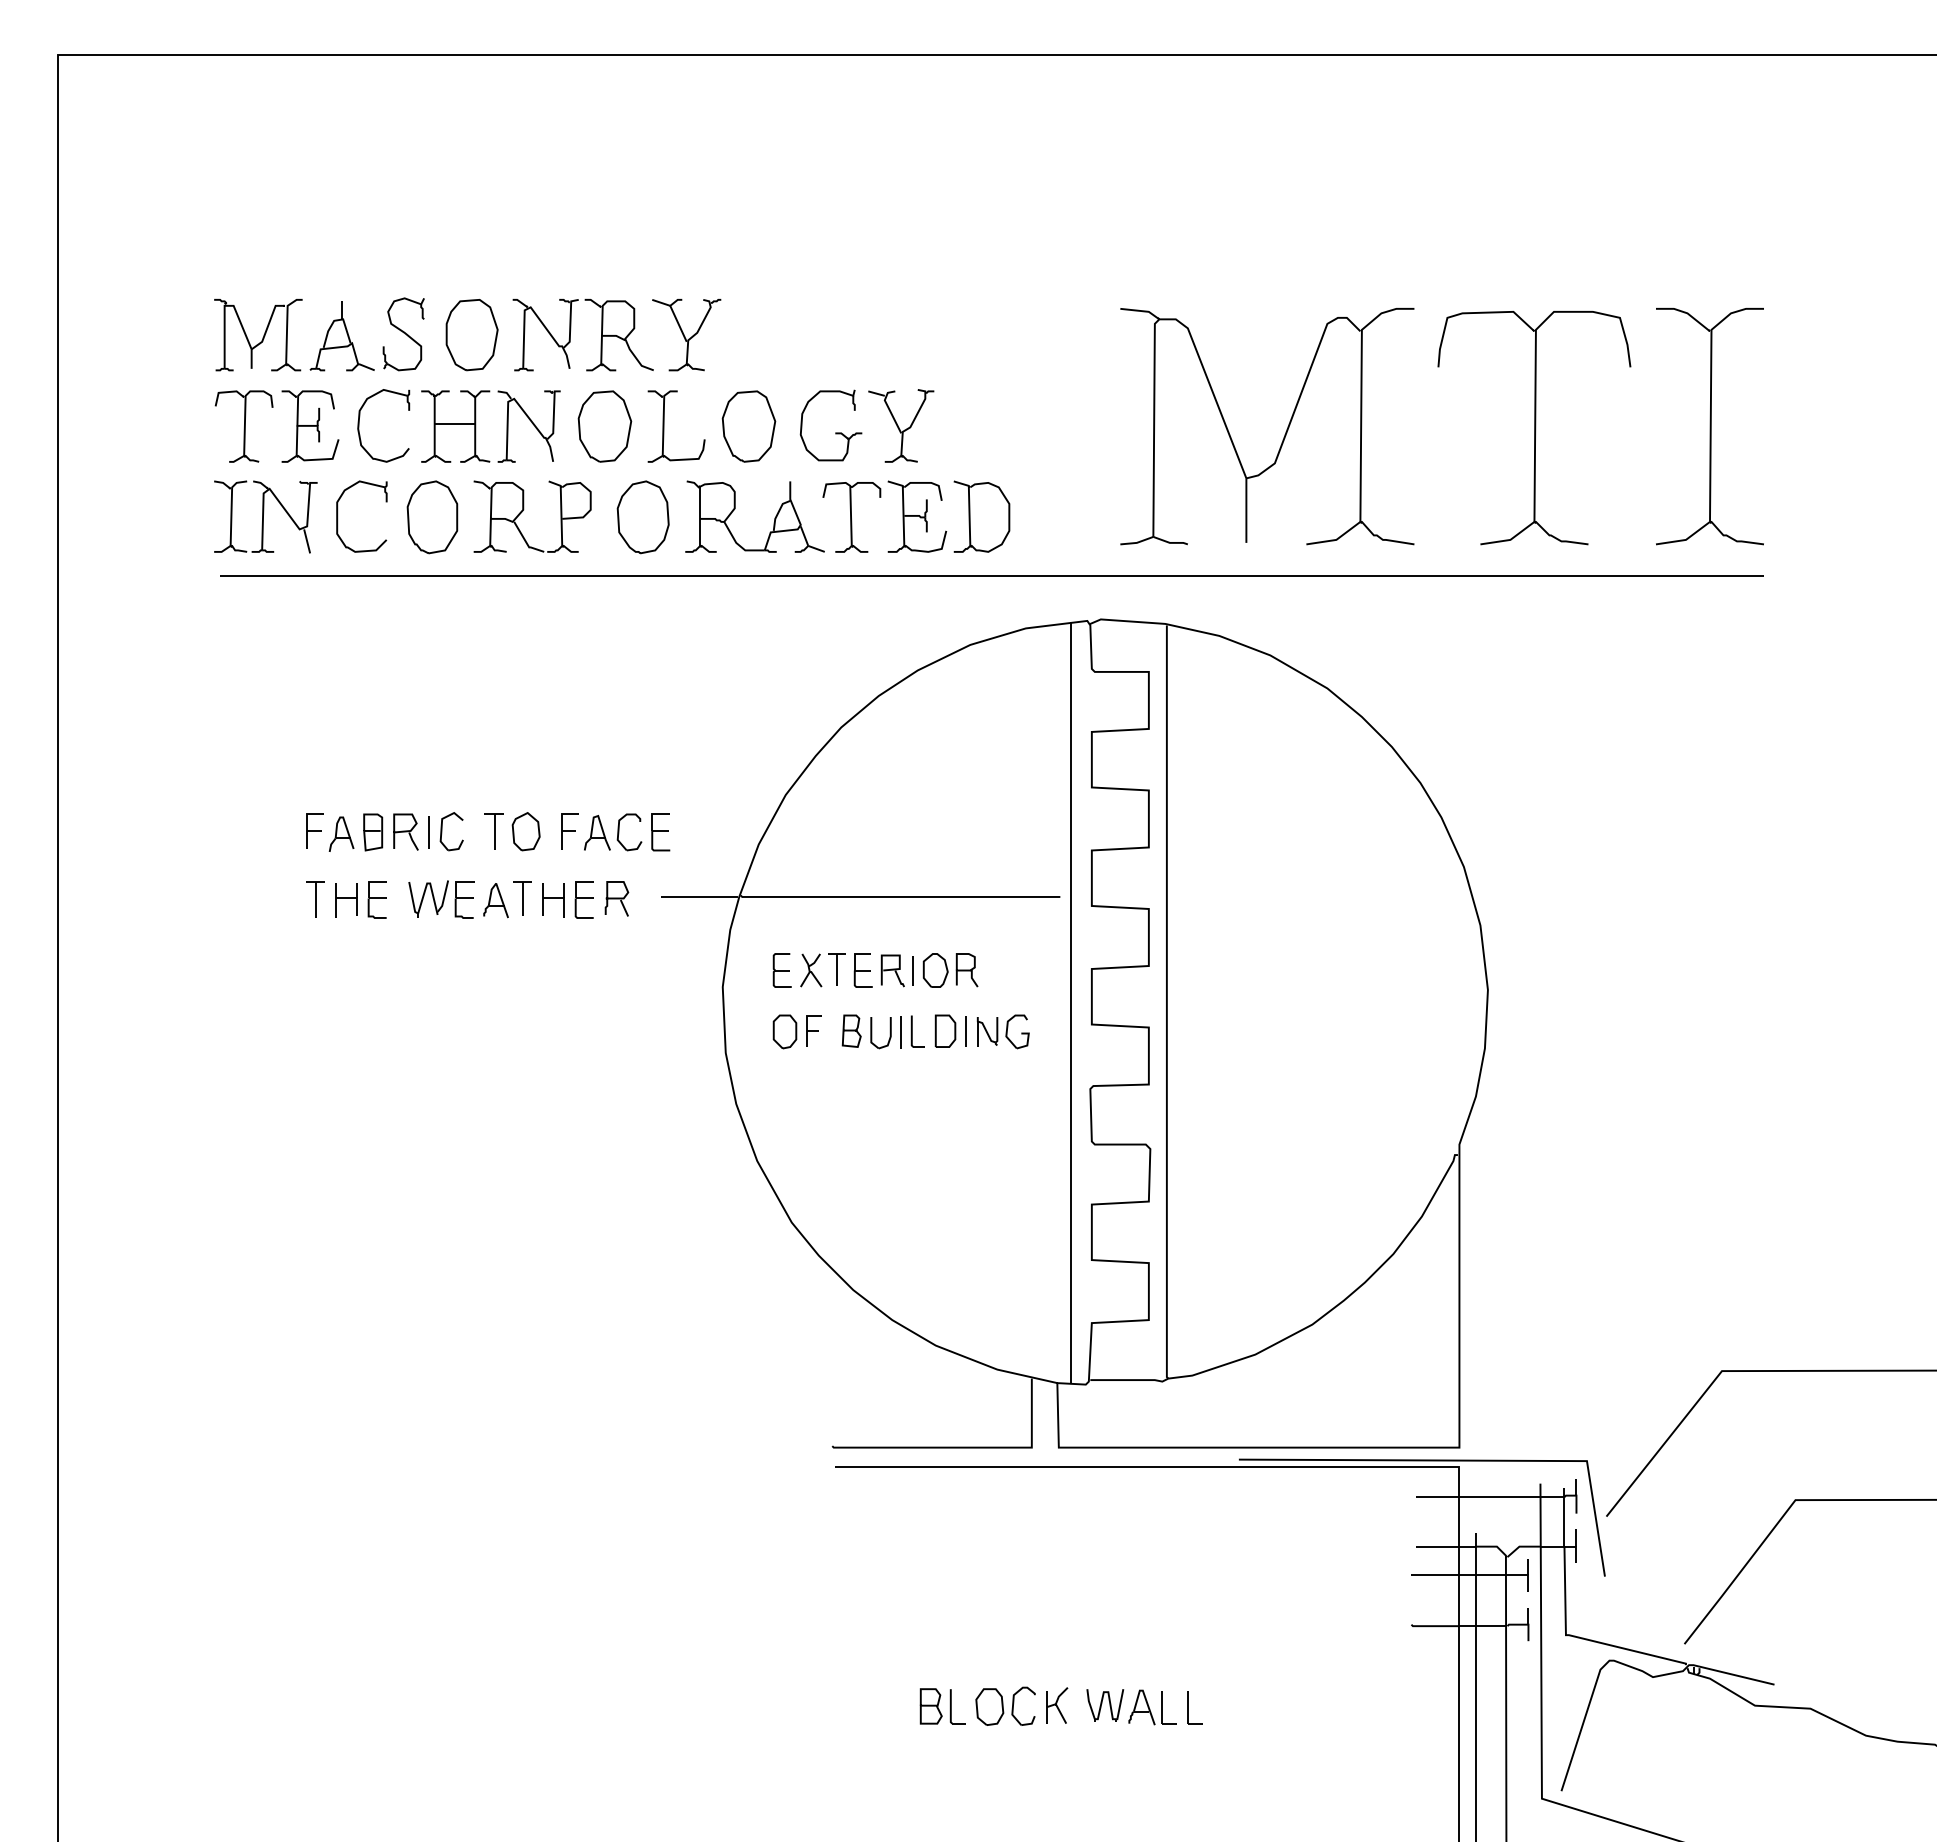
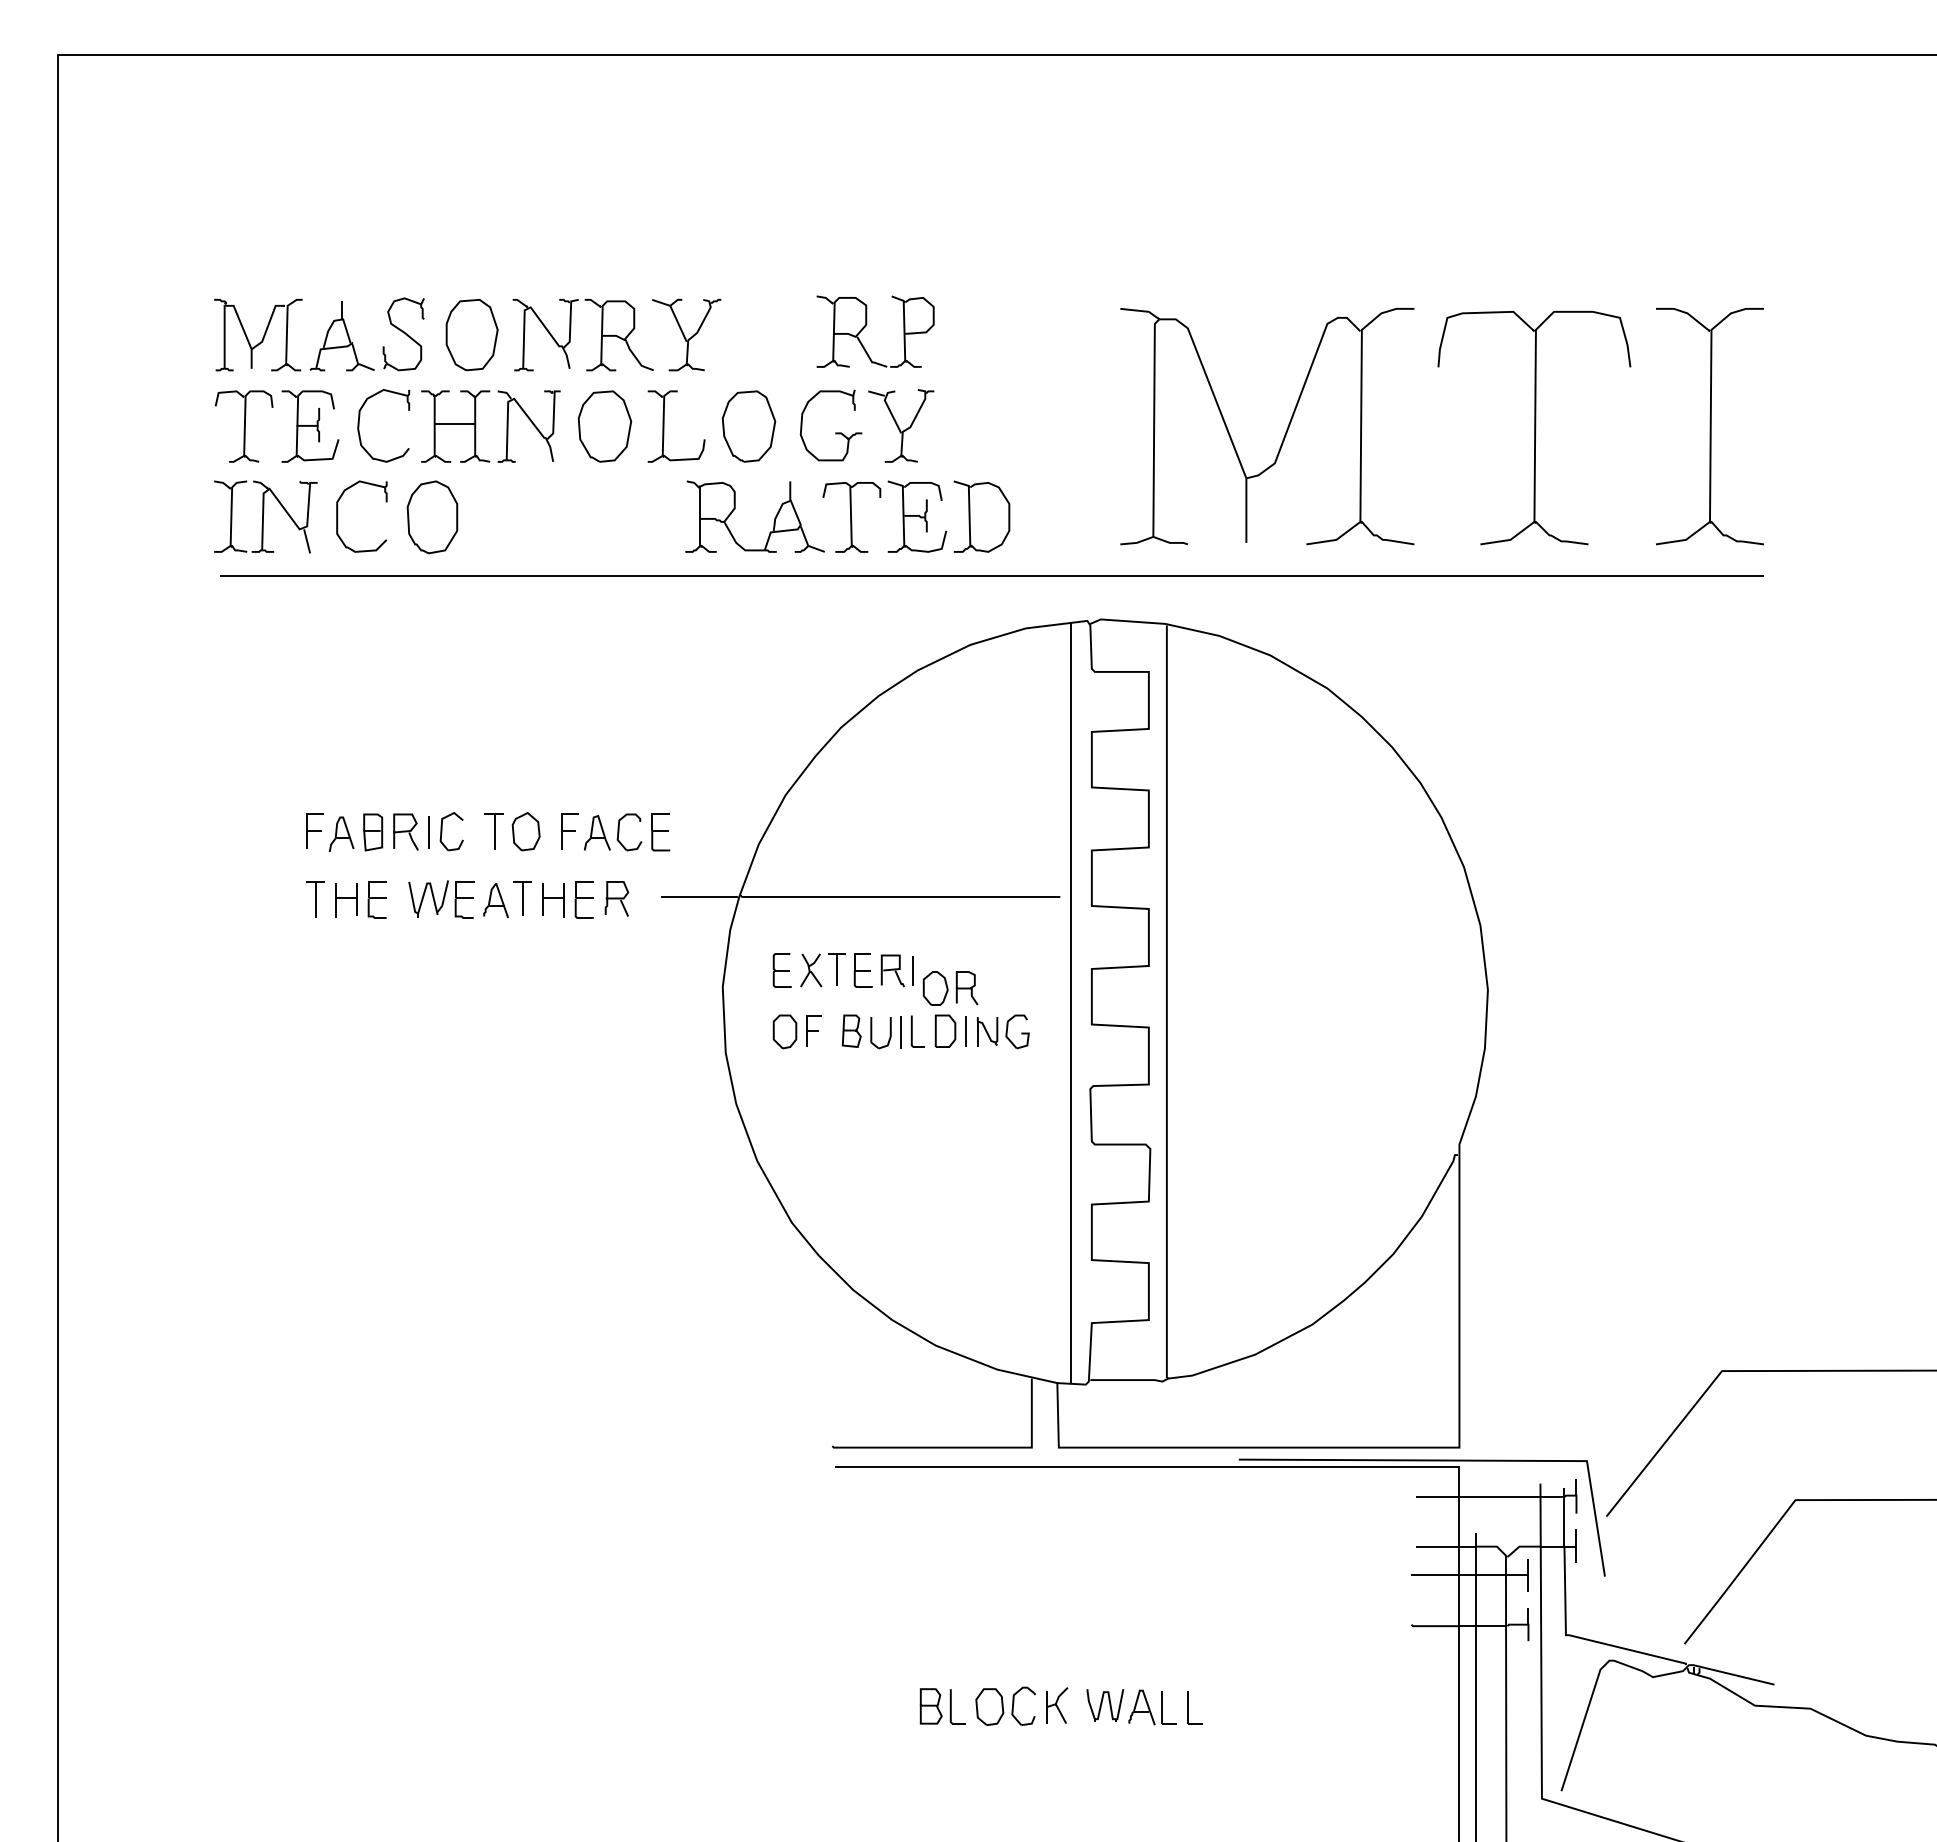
part at (523, 511) position: (523, 511) -> (866, 326)
part at (642, 517): present -> none
part at (950, 970) position: (950, 970) -> (950, 988)
